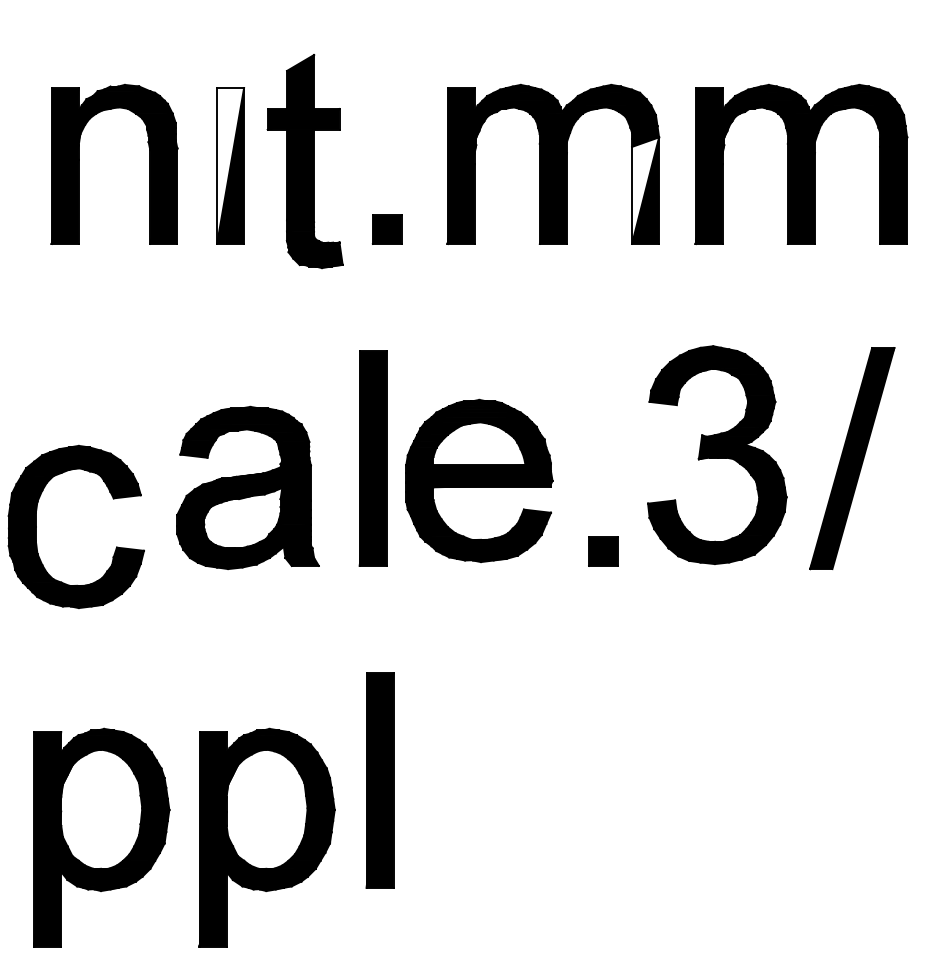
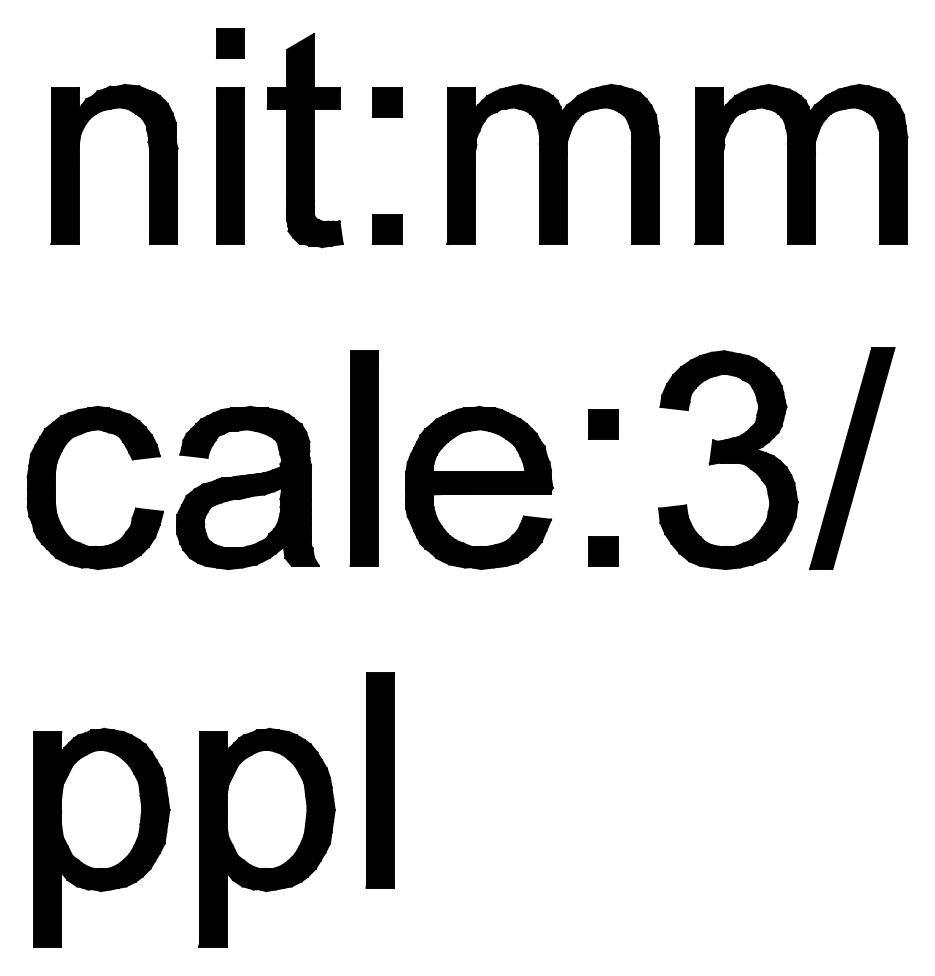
part at (230, 43): none -> present
part at (386, 102): none -> present
part at (304, 161) position: (304, 161) -> (304, 140)
fill at (230, 165): none -> present
fill at (645, 190): none -> present
part at (603, 424): none -> present
part at (717, 454) position: (717, 454) -> (728, 459)
part at (372, 458) position: (372, 458) -> (363, 458)
part at (479, 480) position: (479, 480) -> (479, 487)
part at (36, 526) position: (36, 526) -> (55, 487)
